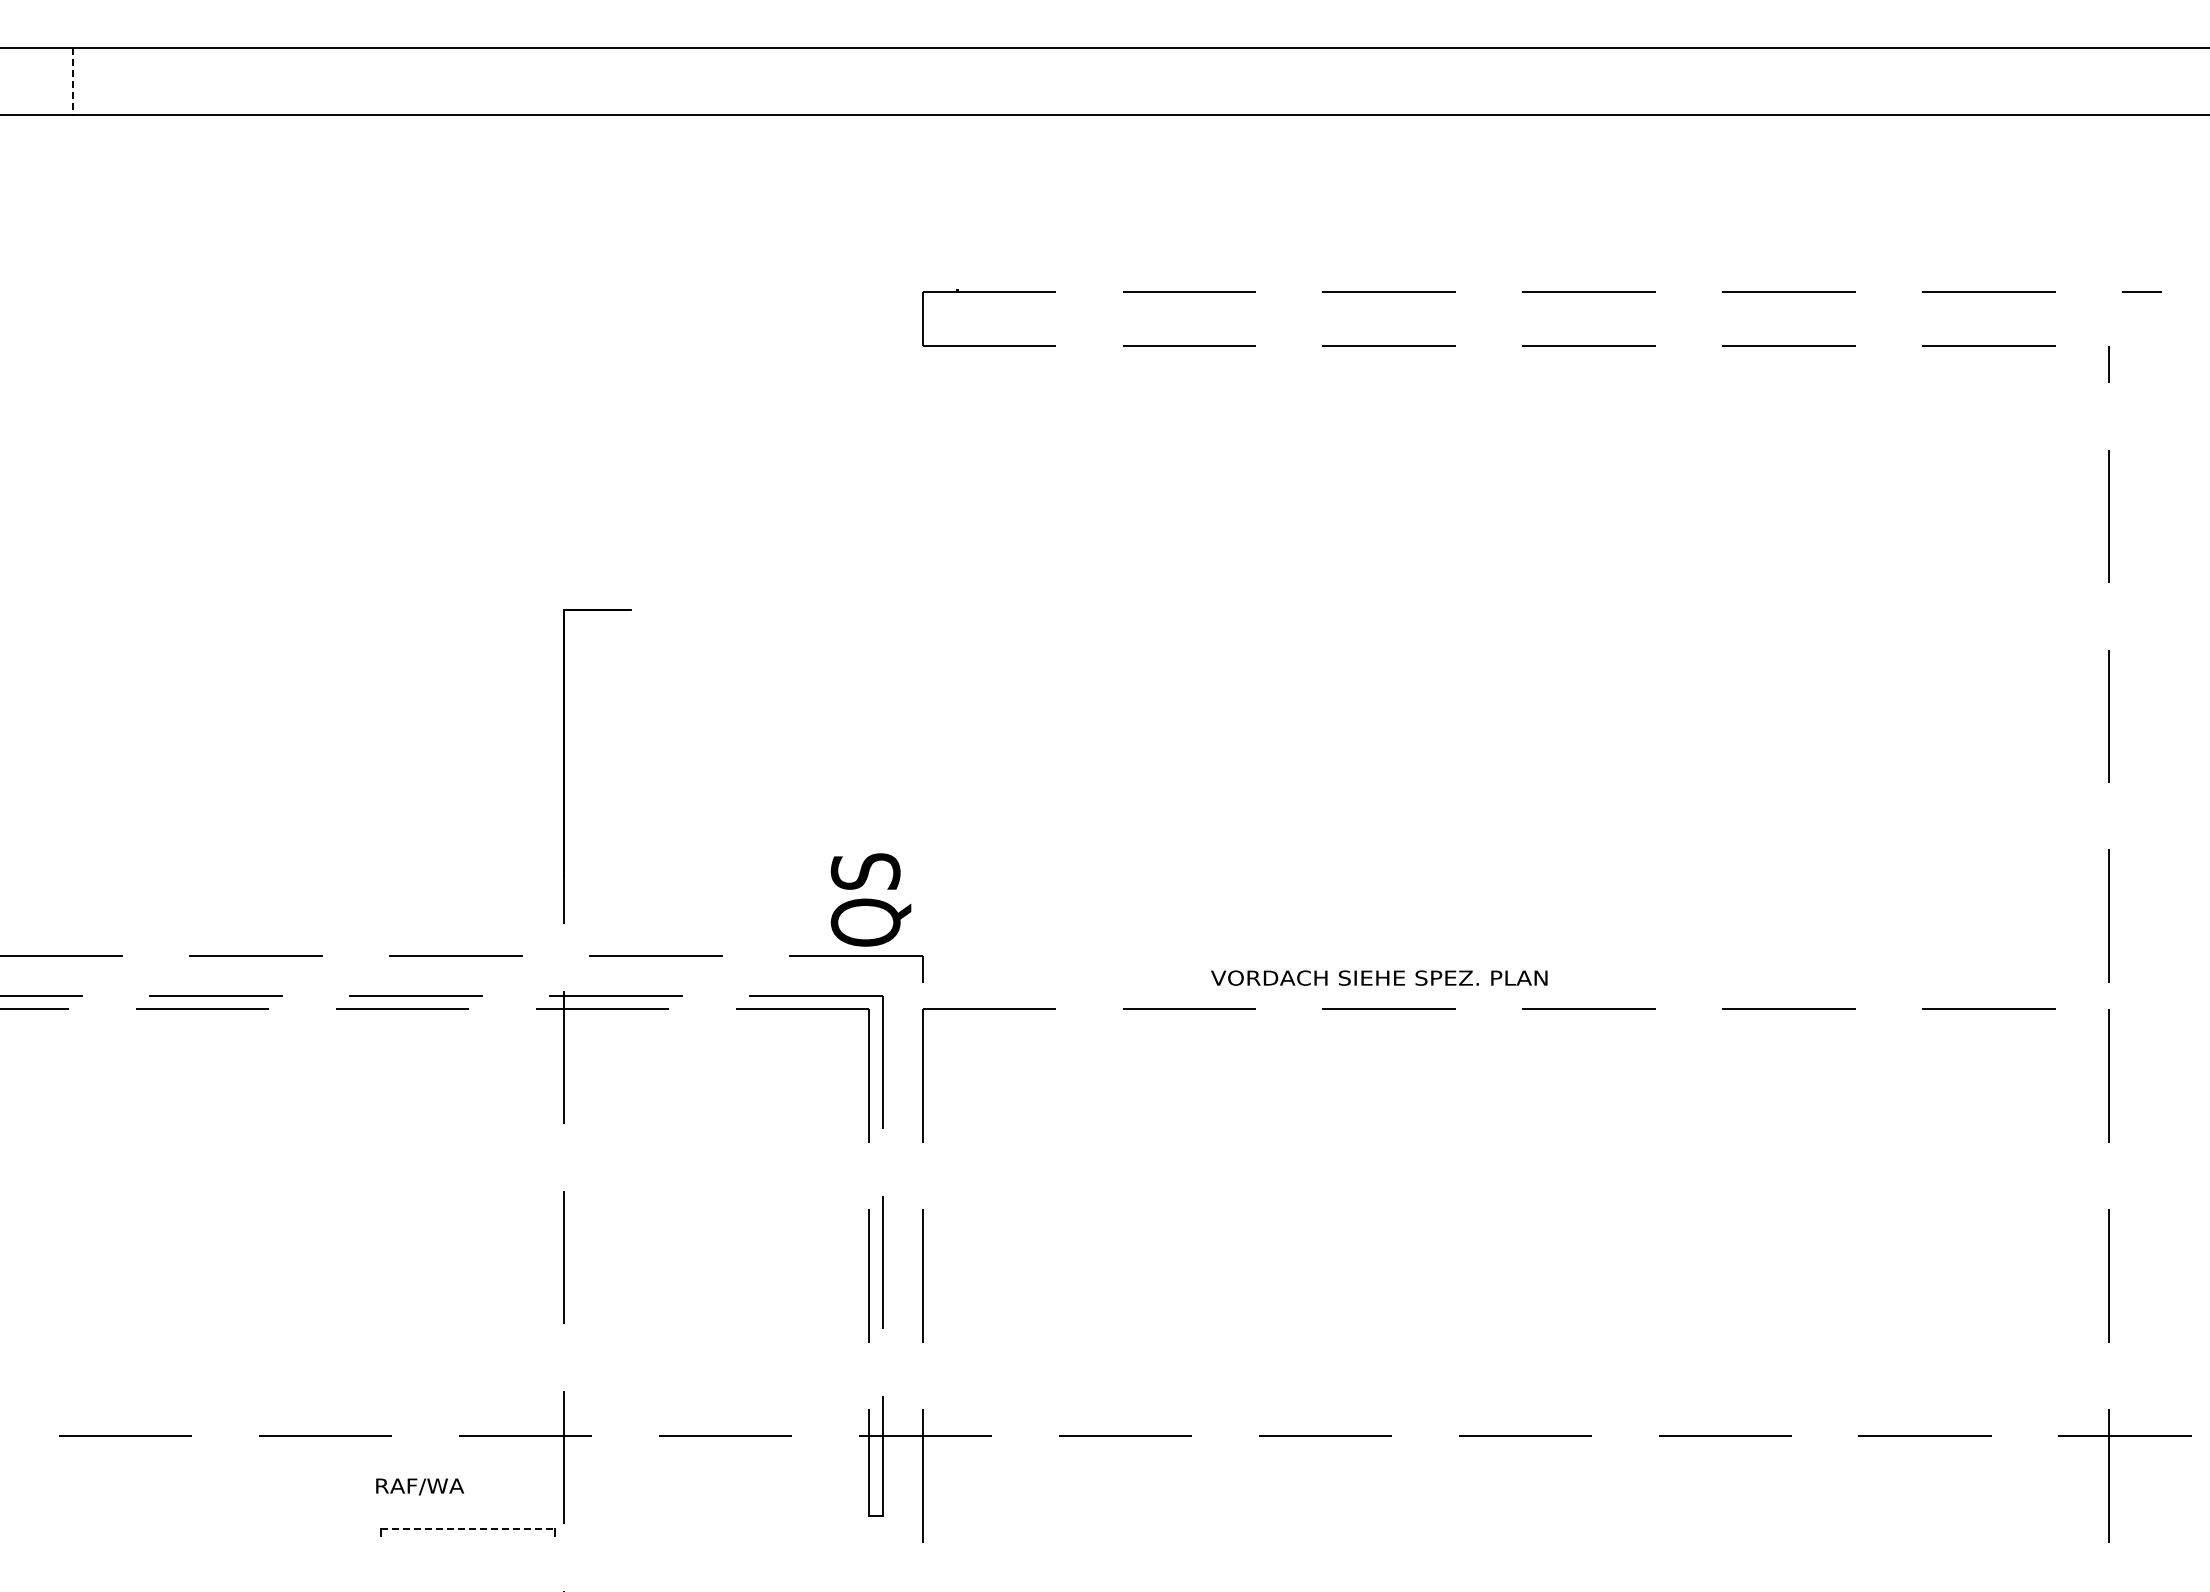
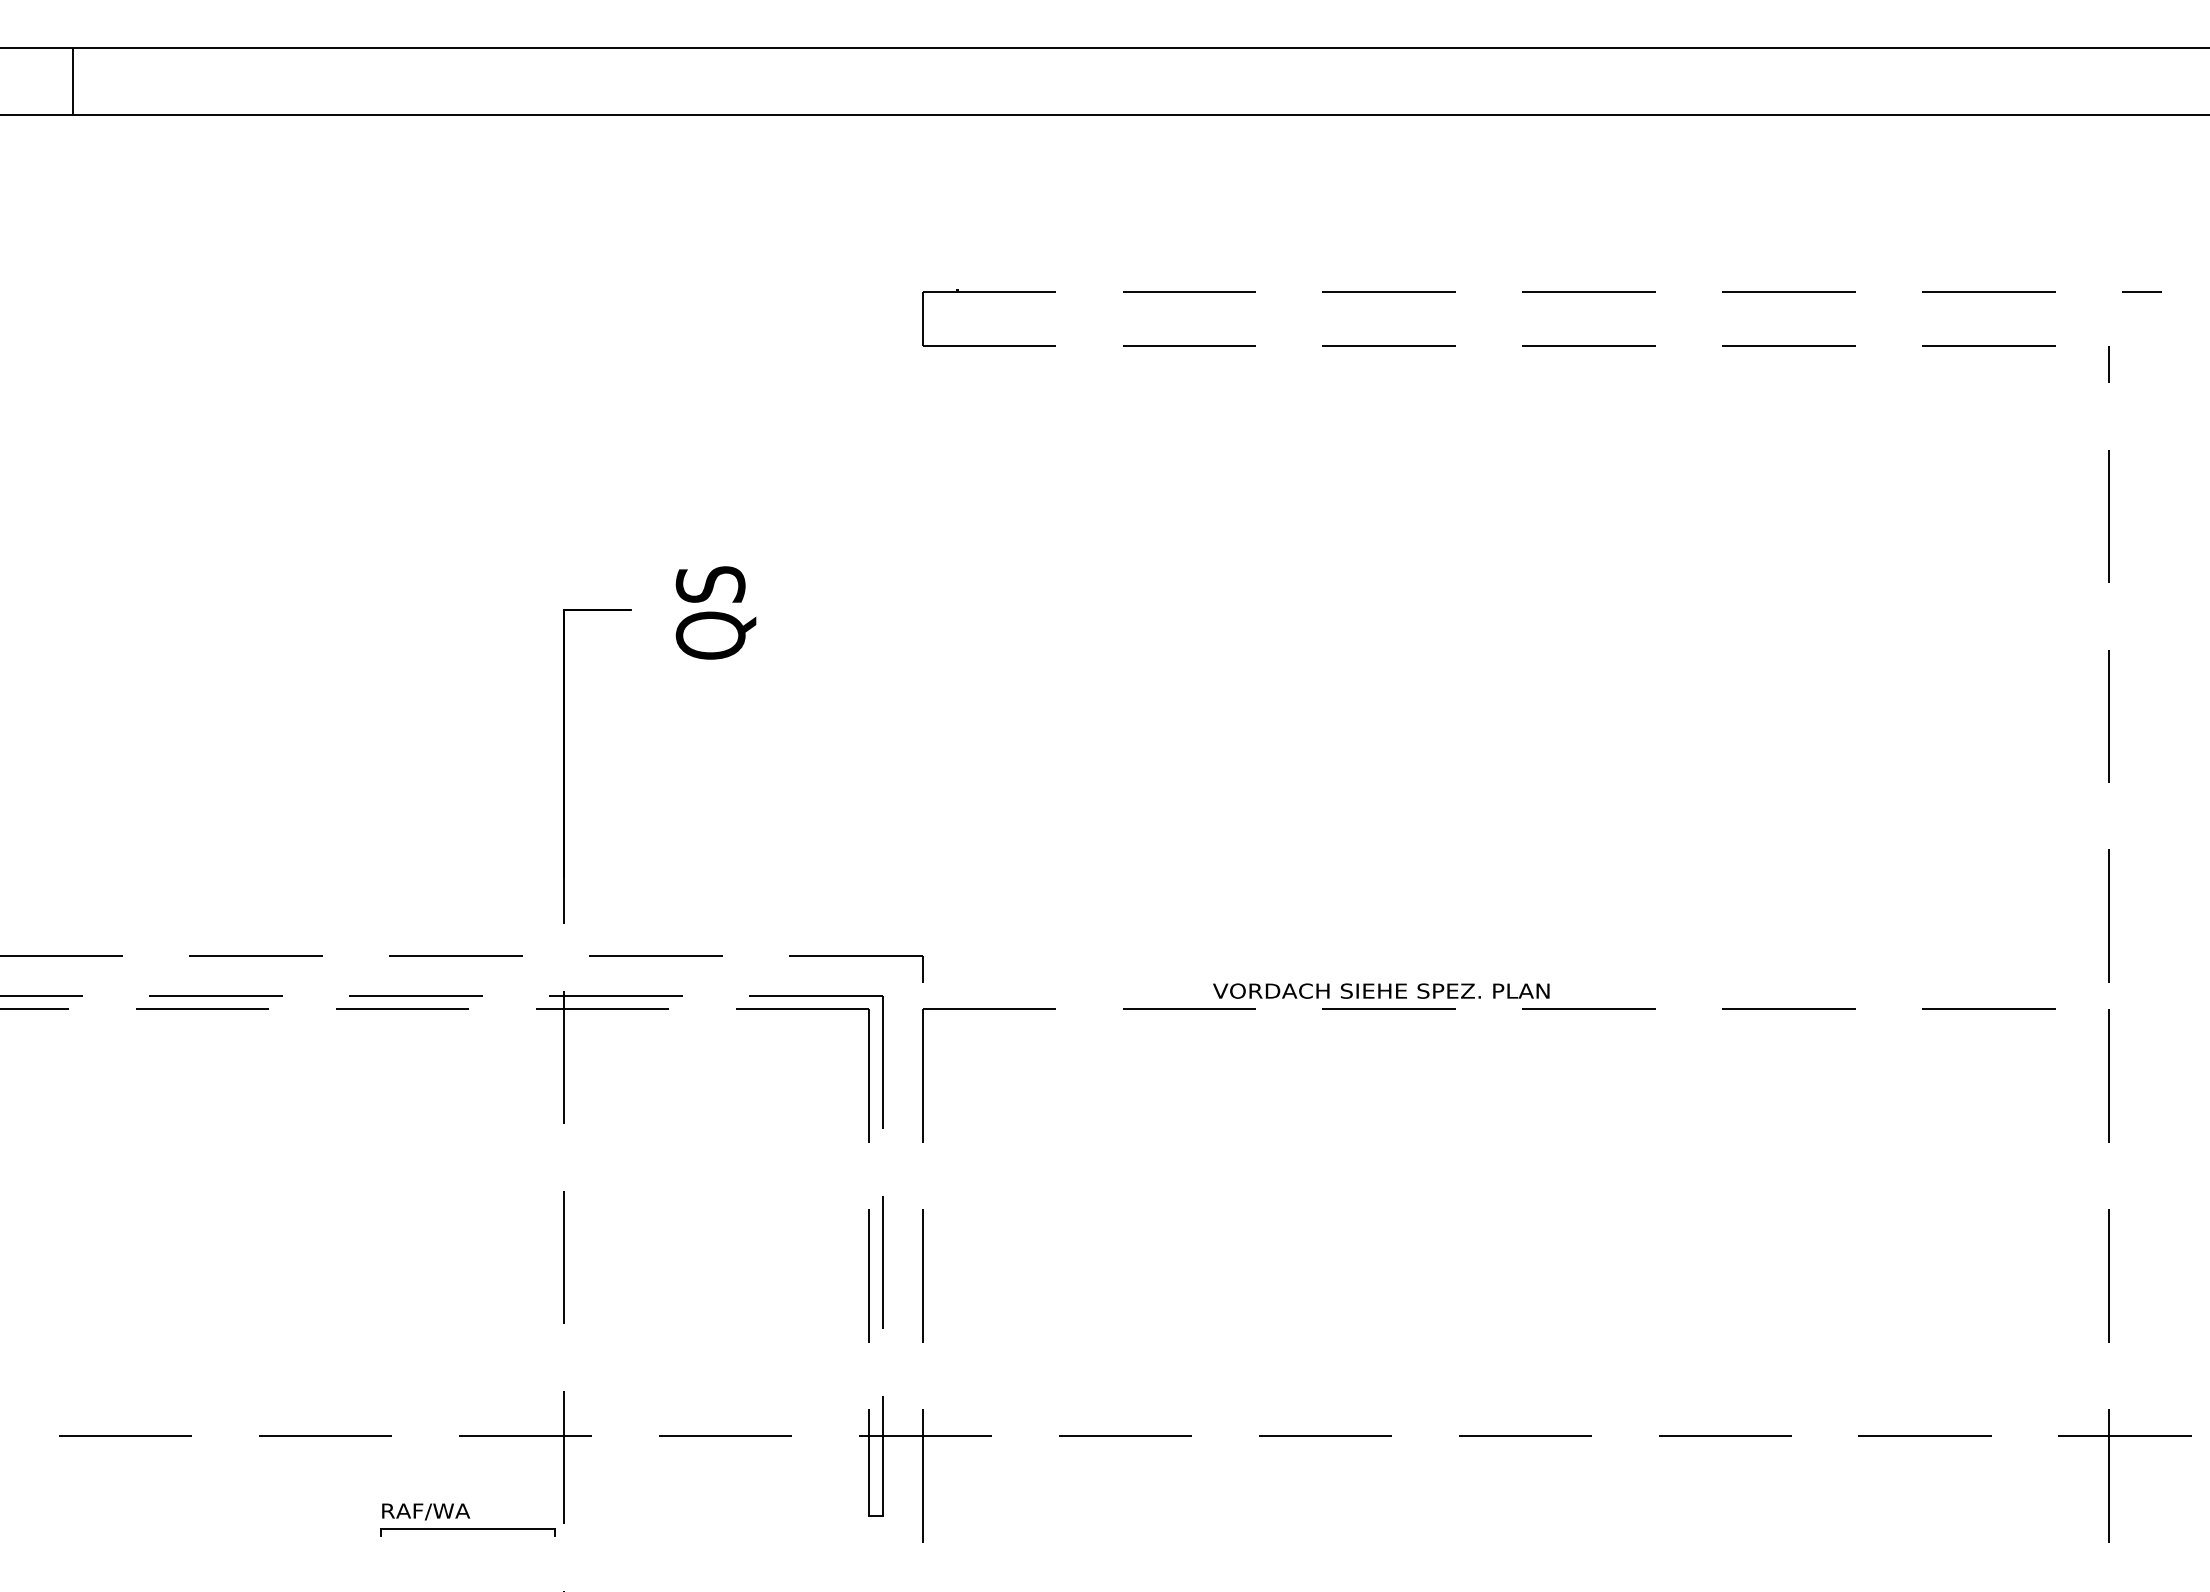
line at (72, 81): dashed -> solid
text at (870, 899) position: (870, 899) -> (715, 612)
text at (1379, 977) position: (1379, 977) -> (1381, 990)
text at (420, 1486) position: (420, 1486) -> (426, 1511)
line at (467, 1529): dashed -> solid
